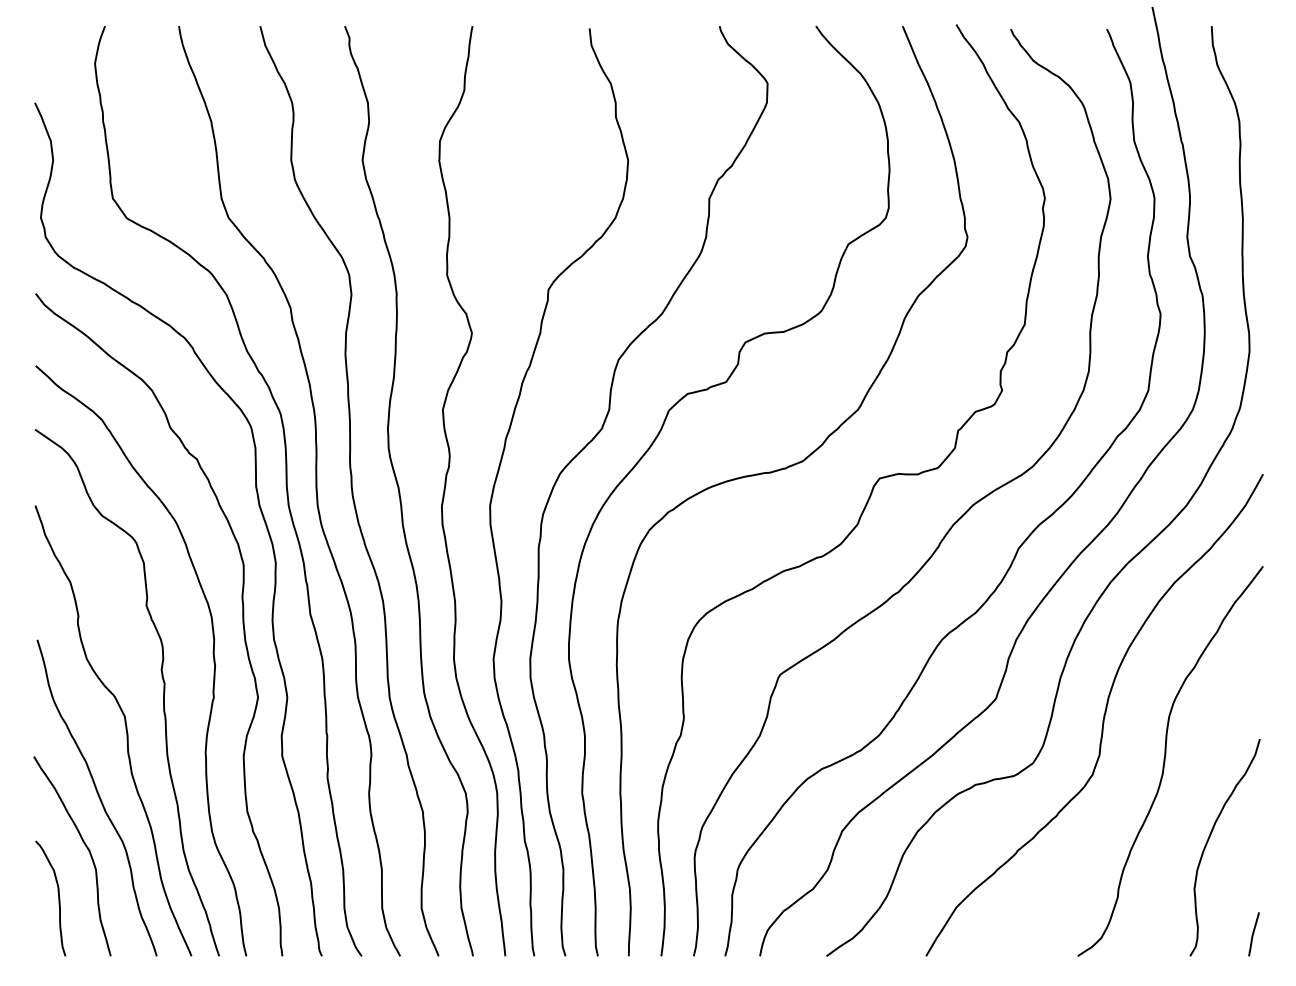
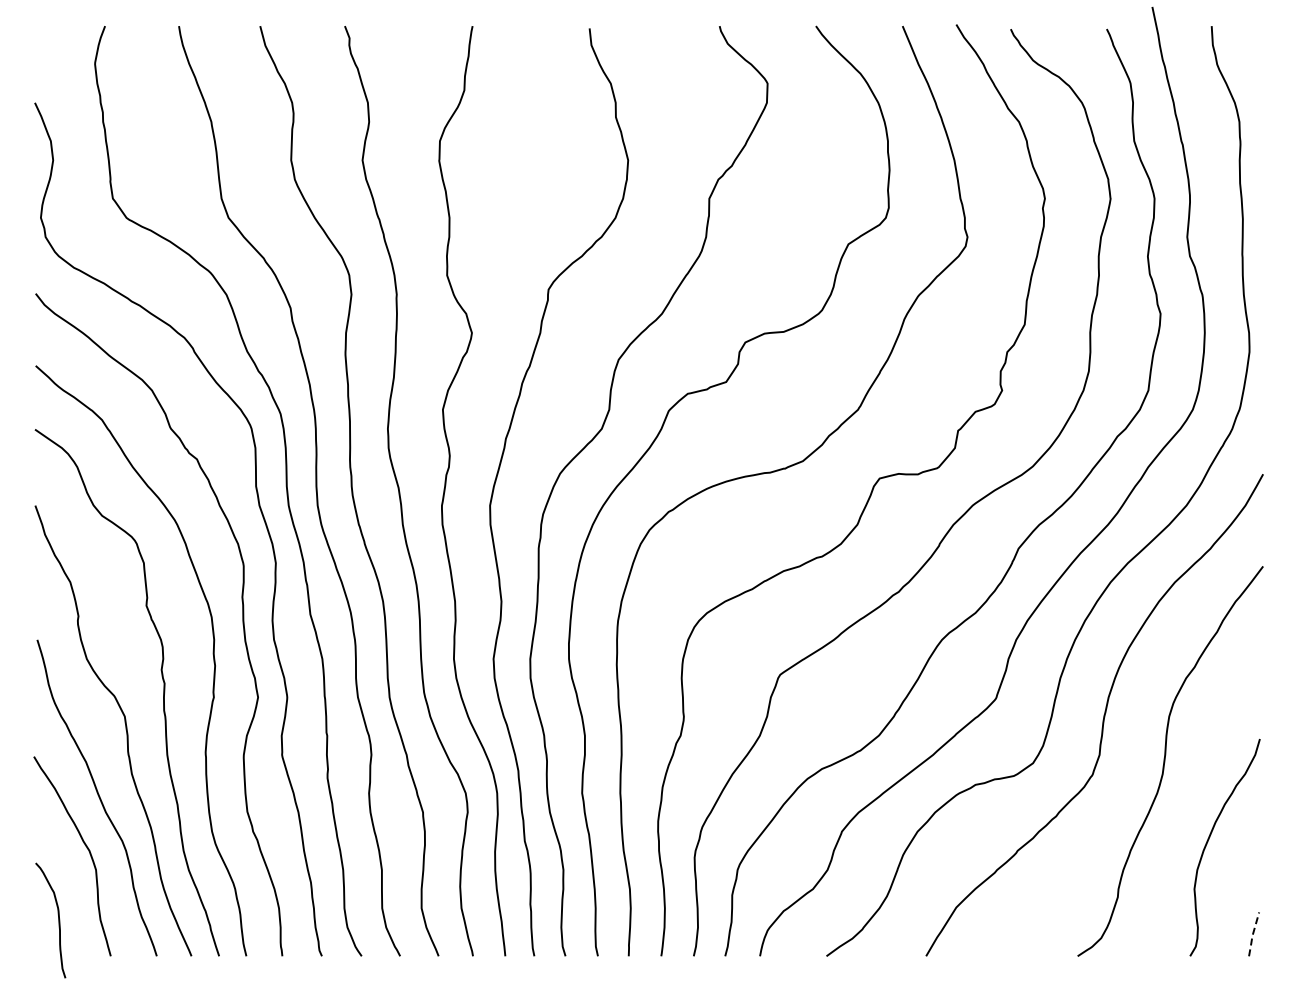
curve at (58, 898) position: (58, 898) -> (58, 920)
line at (1252, 935): solid -> dashed
